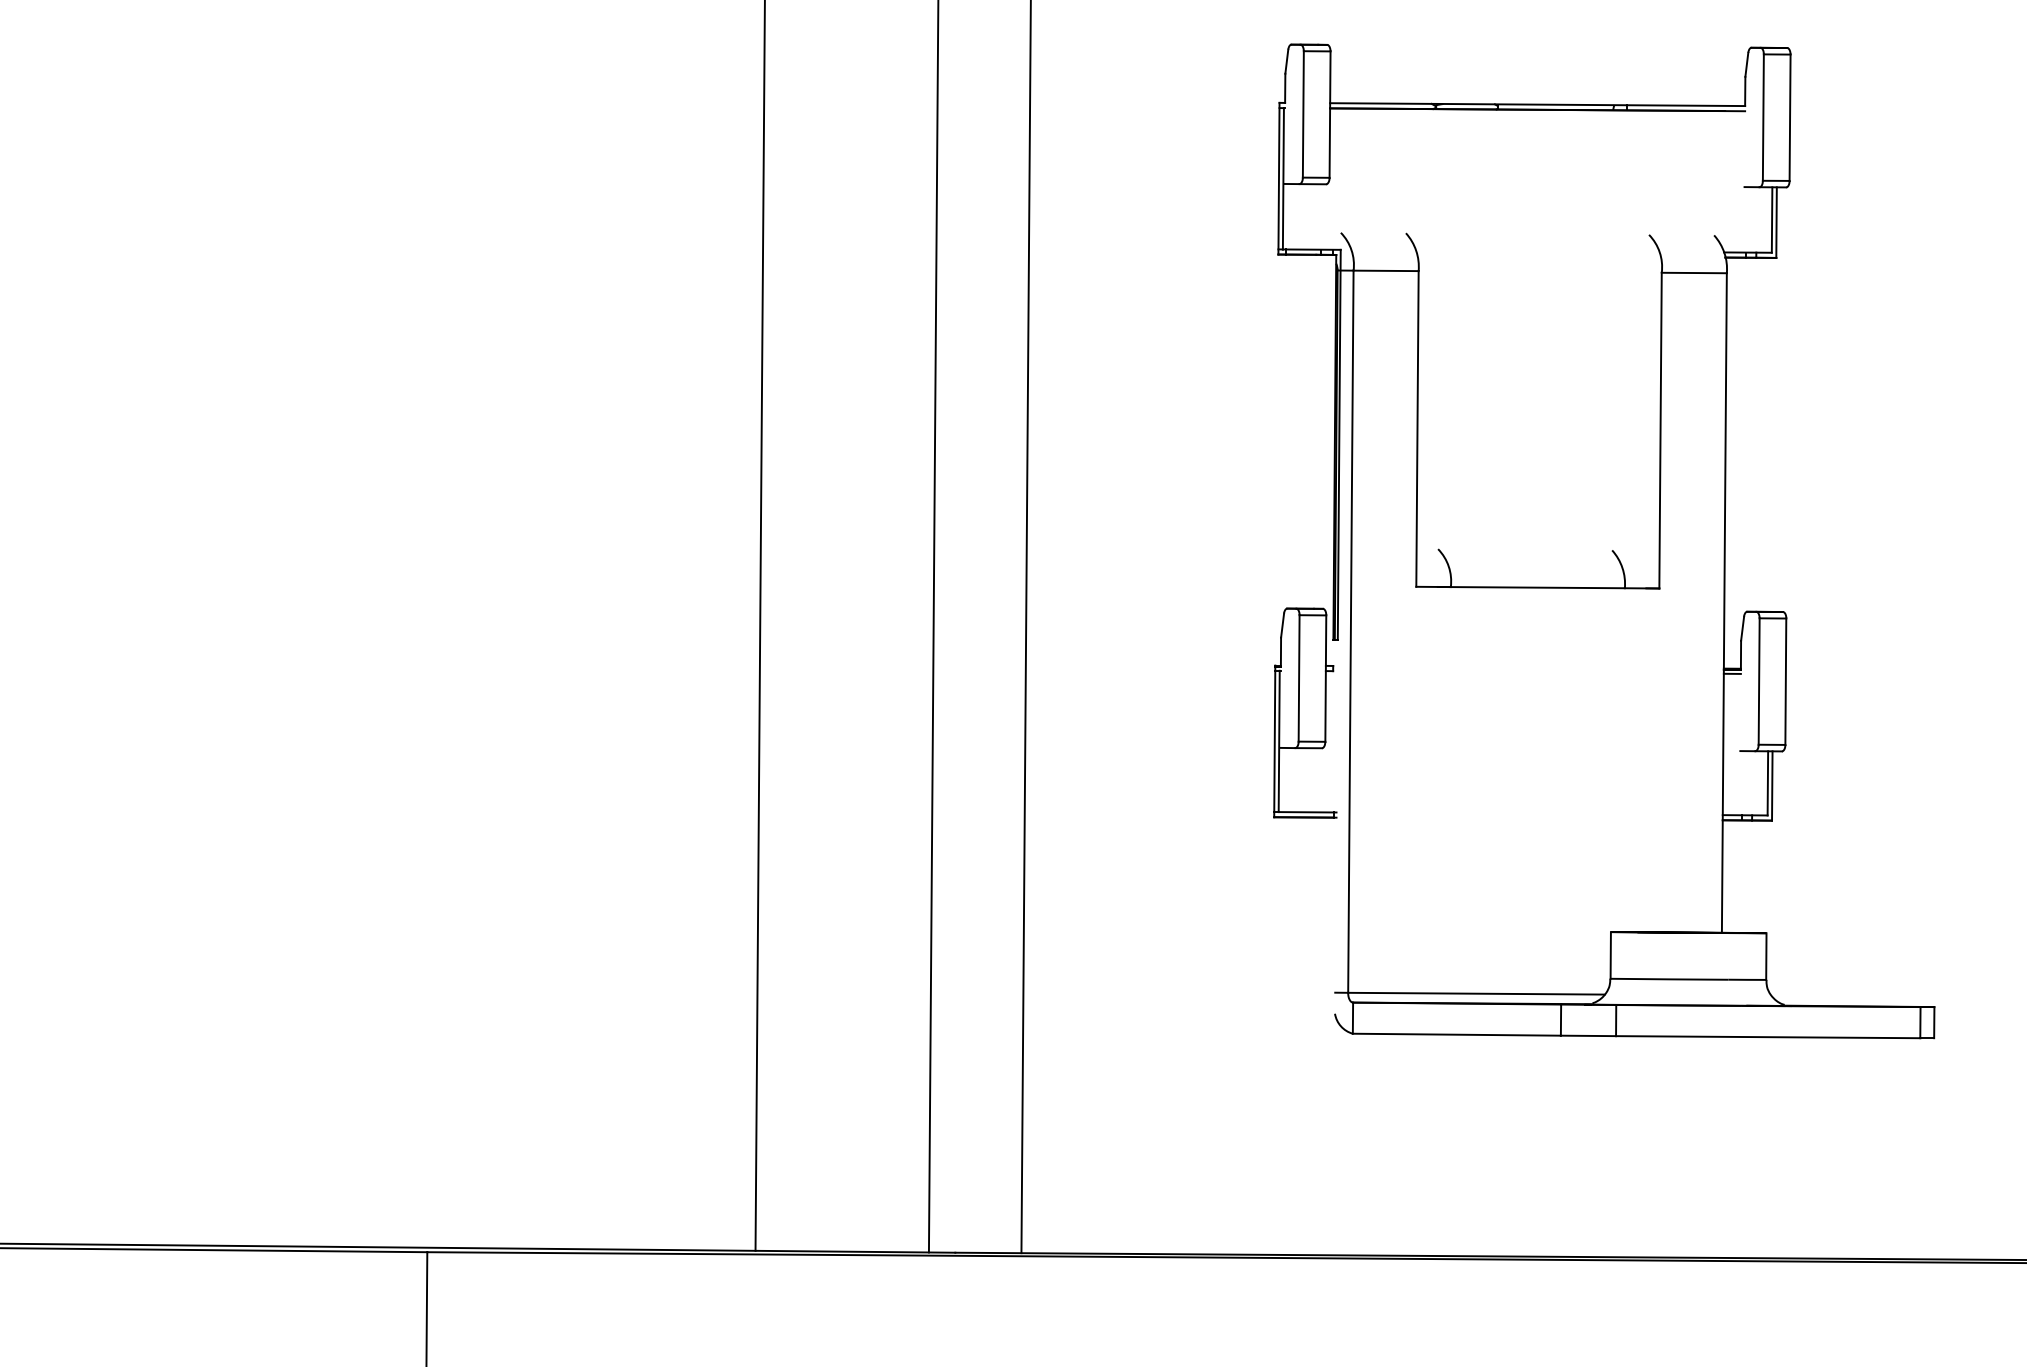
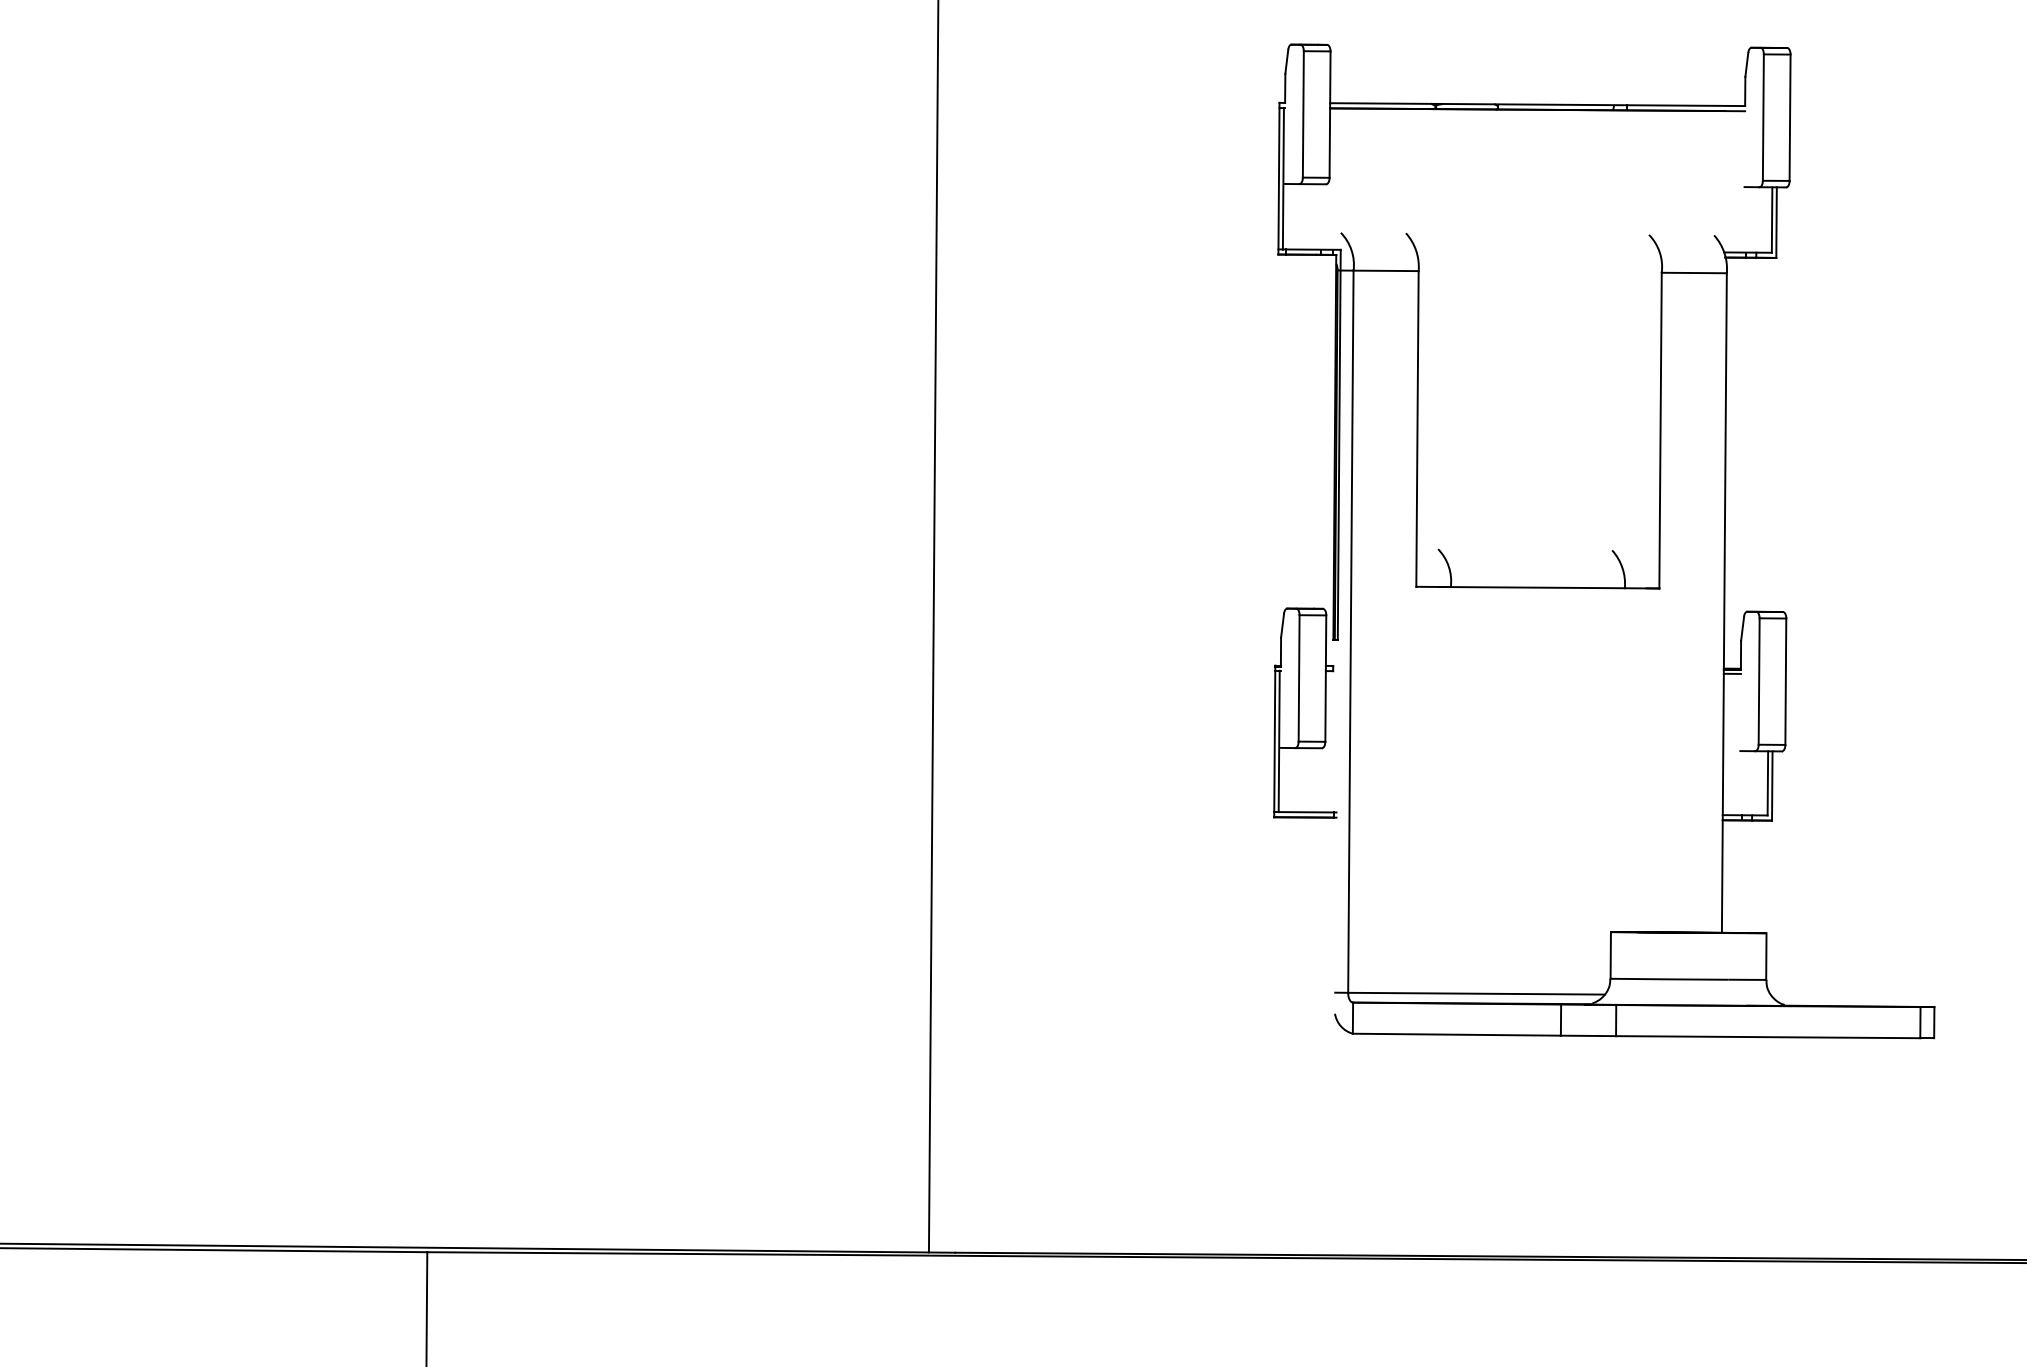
line at (759, 626): present -> none
line at (1025, 627): present -> none
